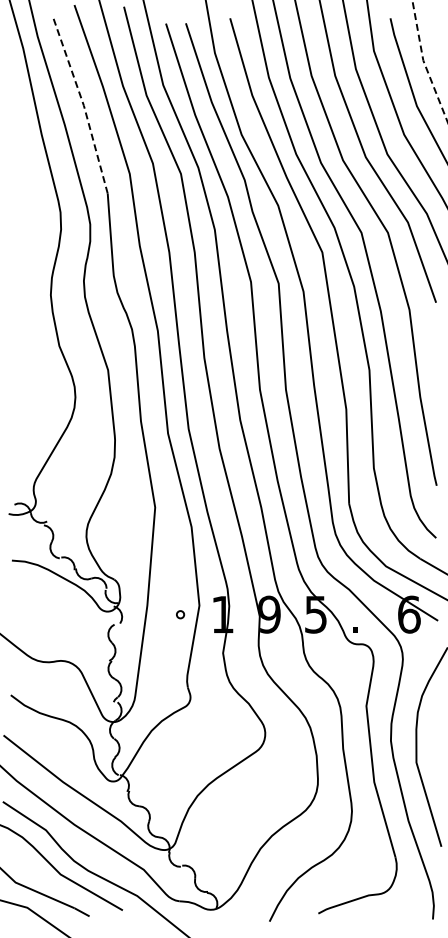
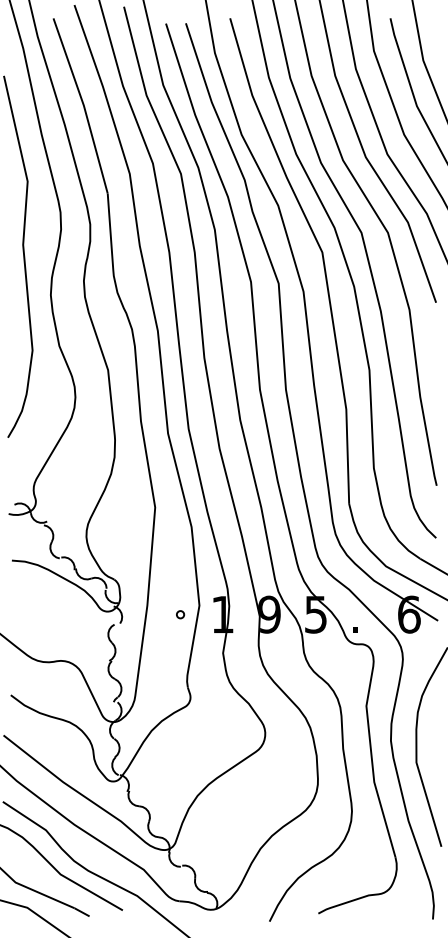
line at (424, 62): dashed -> solid
line at (83, 105): dashed -> solid
curve at (23, 256): none -> present
